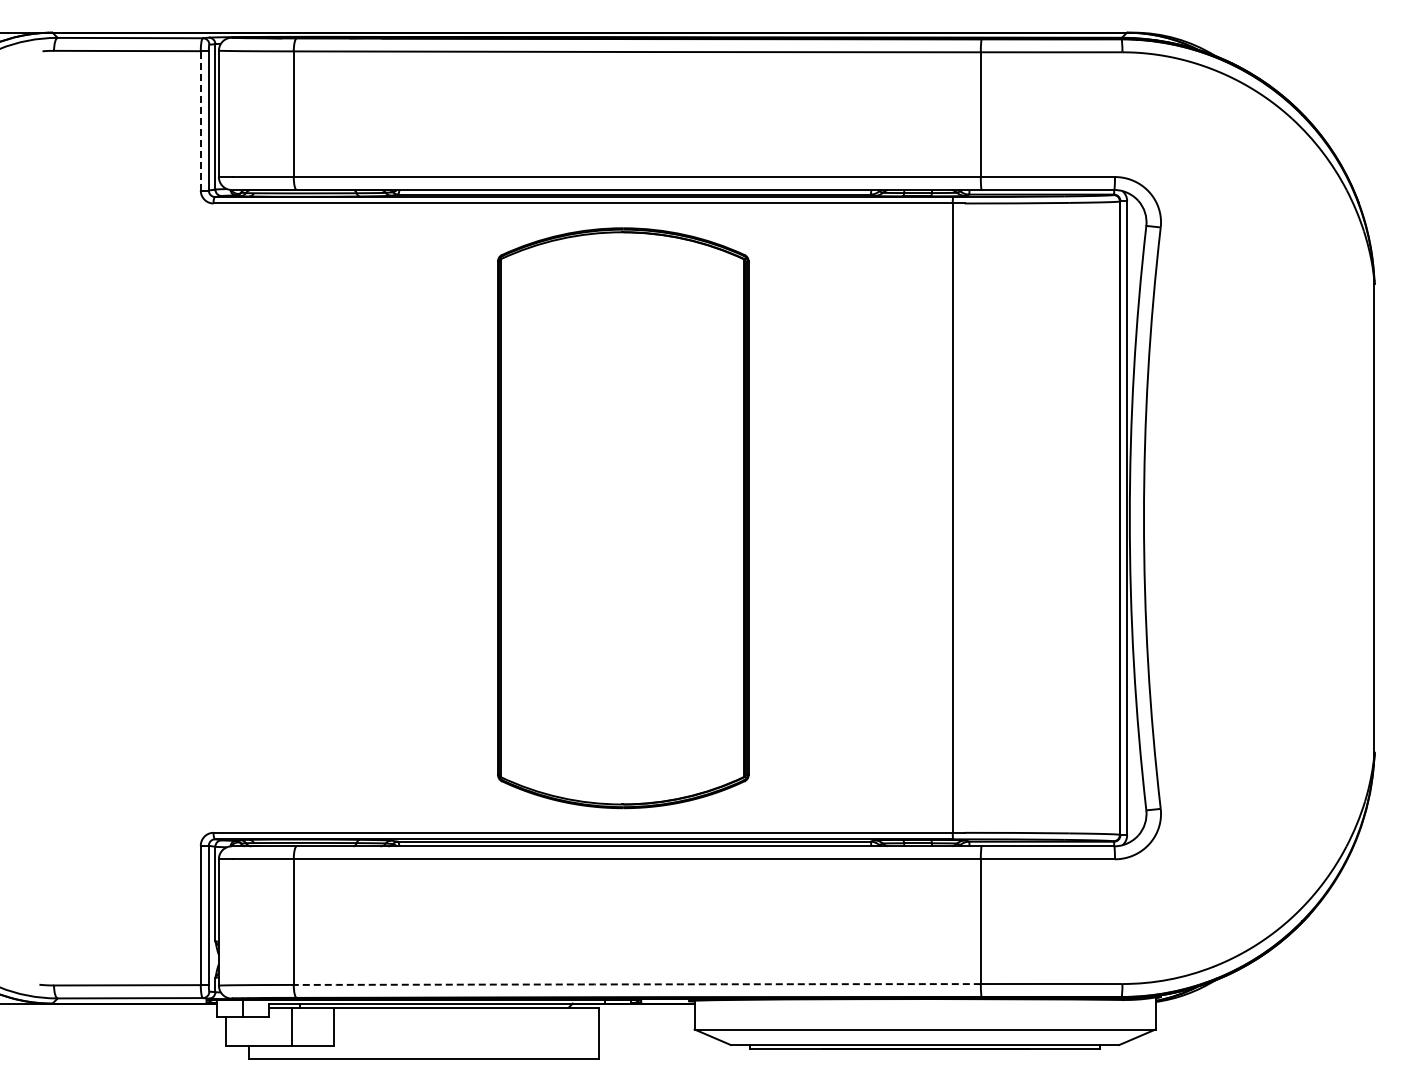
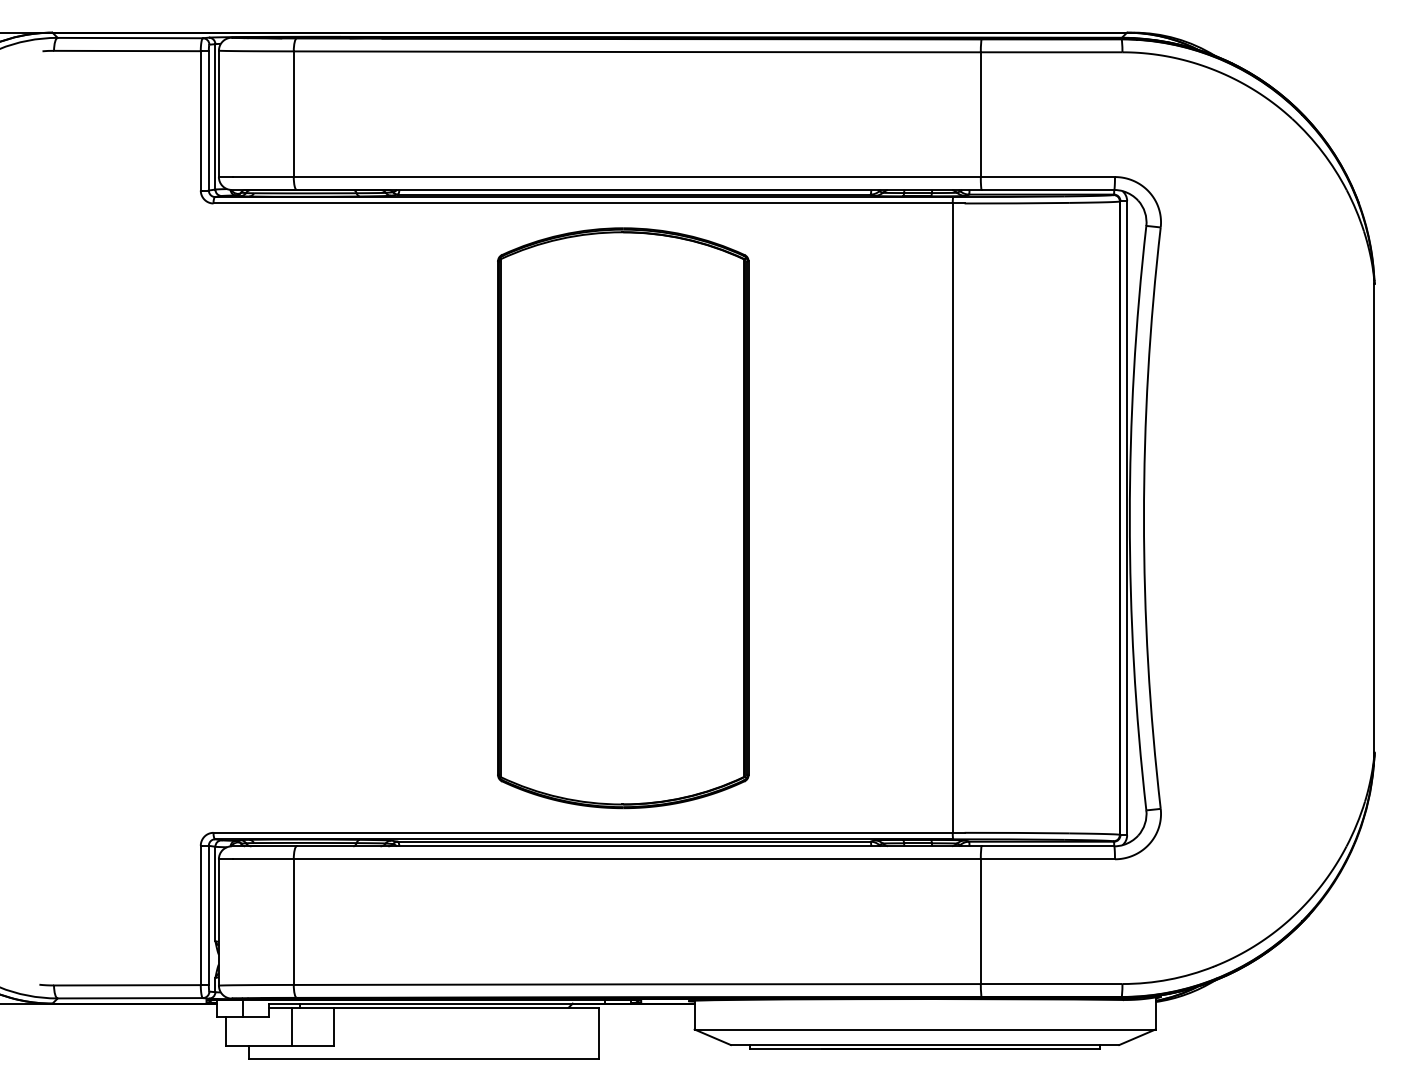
line at (200, 120): dashed -> solid
arc at (637, 984): dashed -> solid
